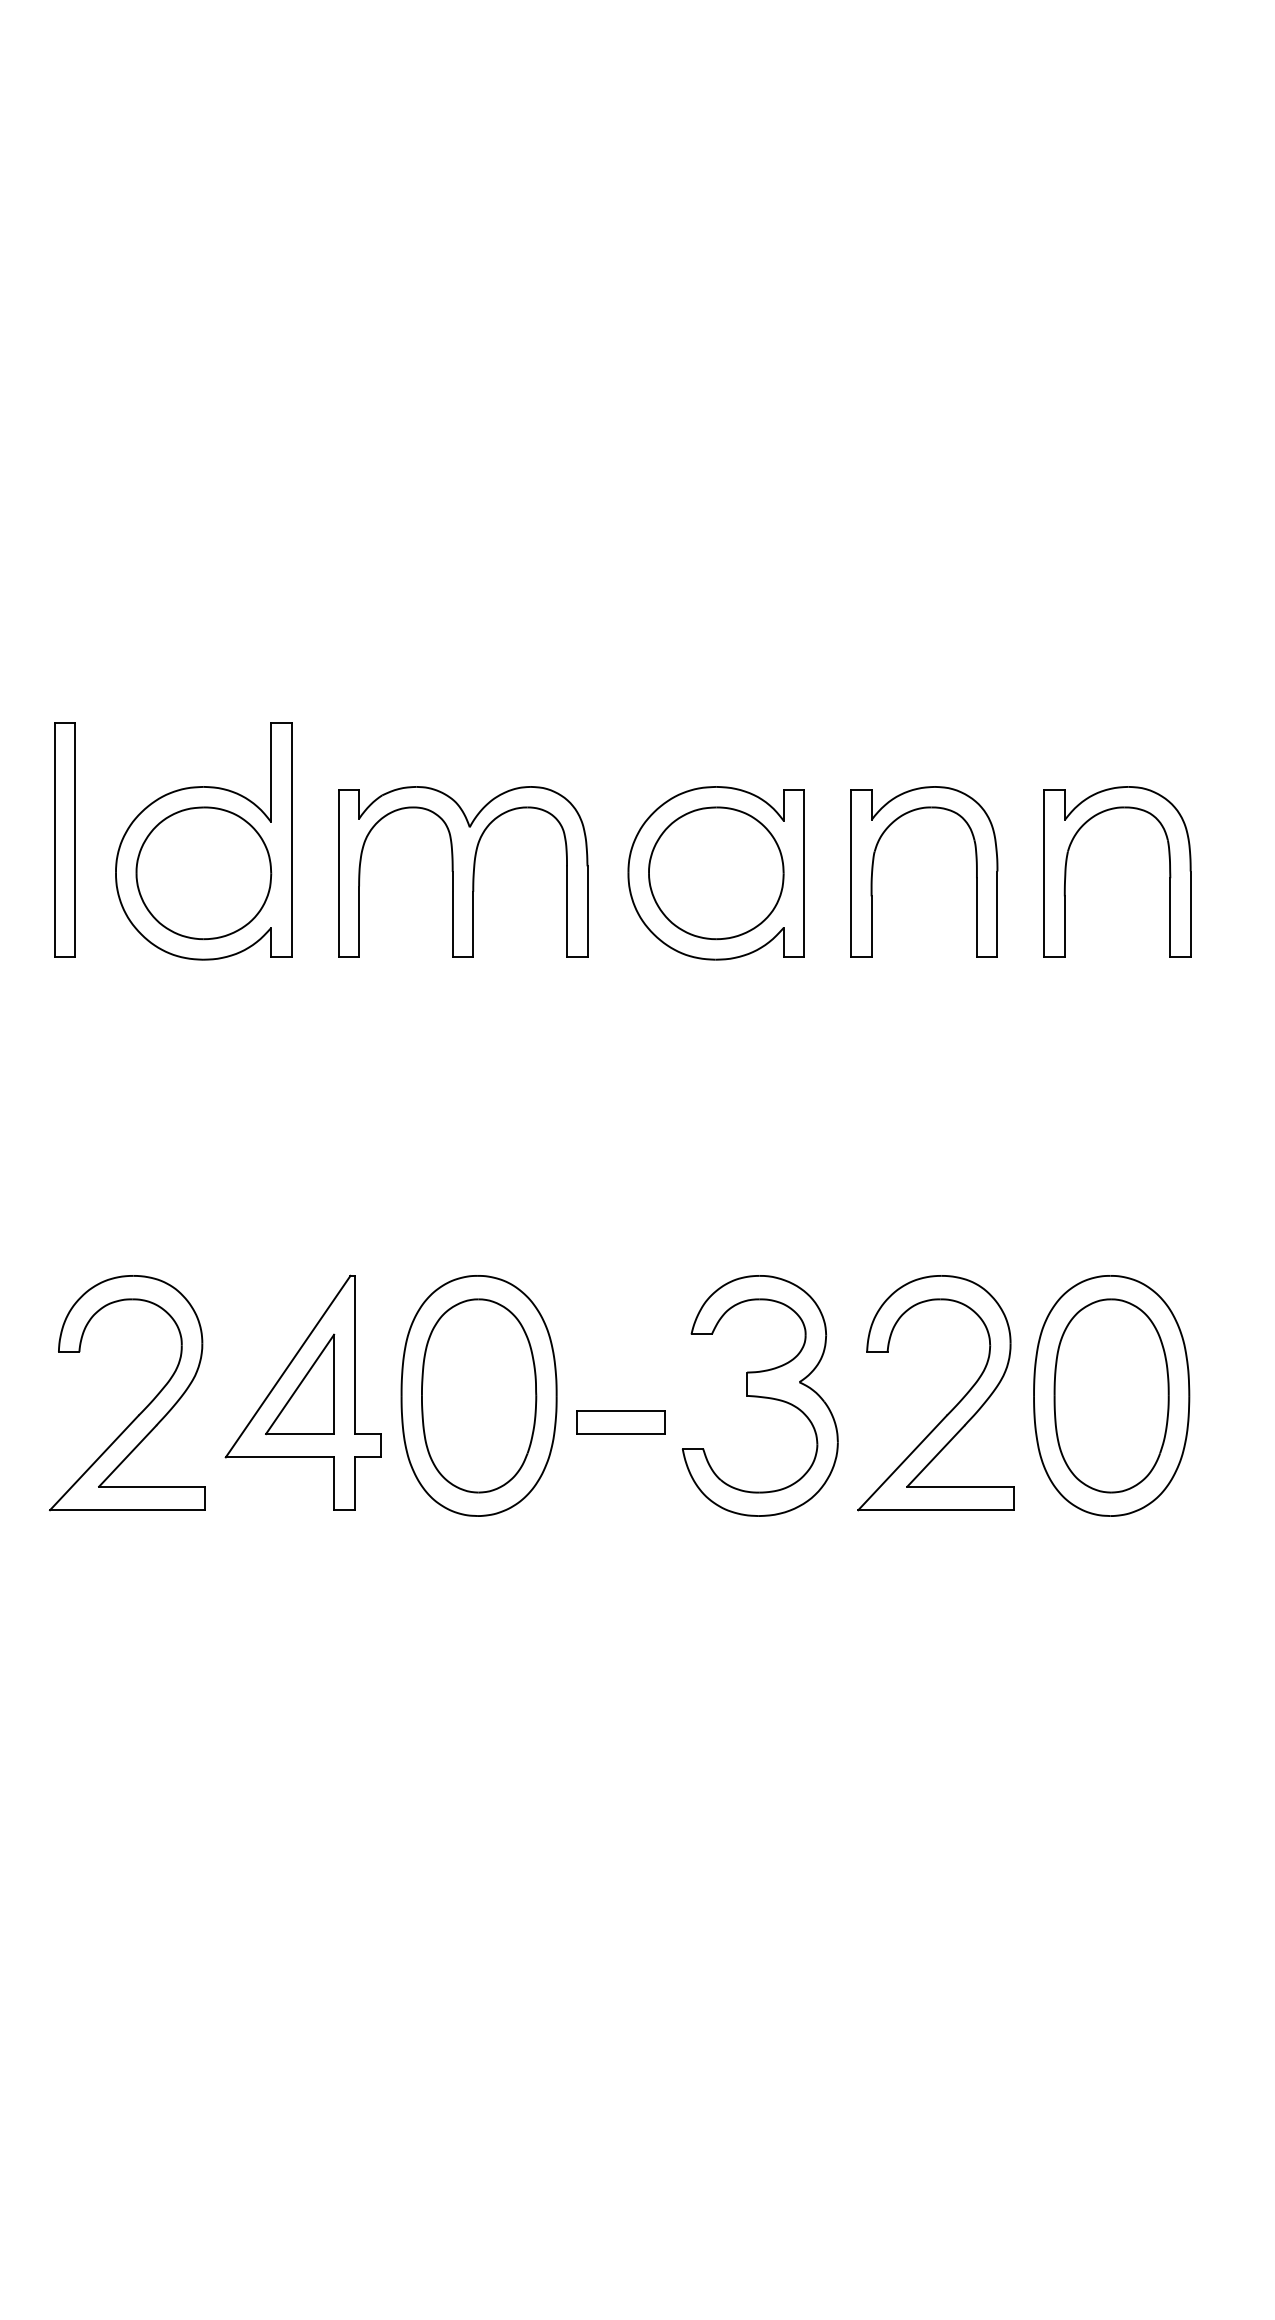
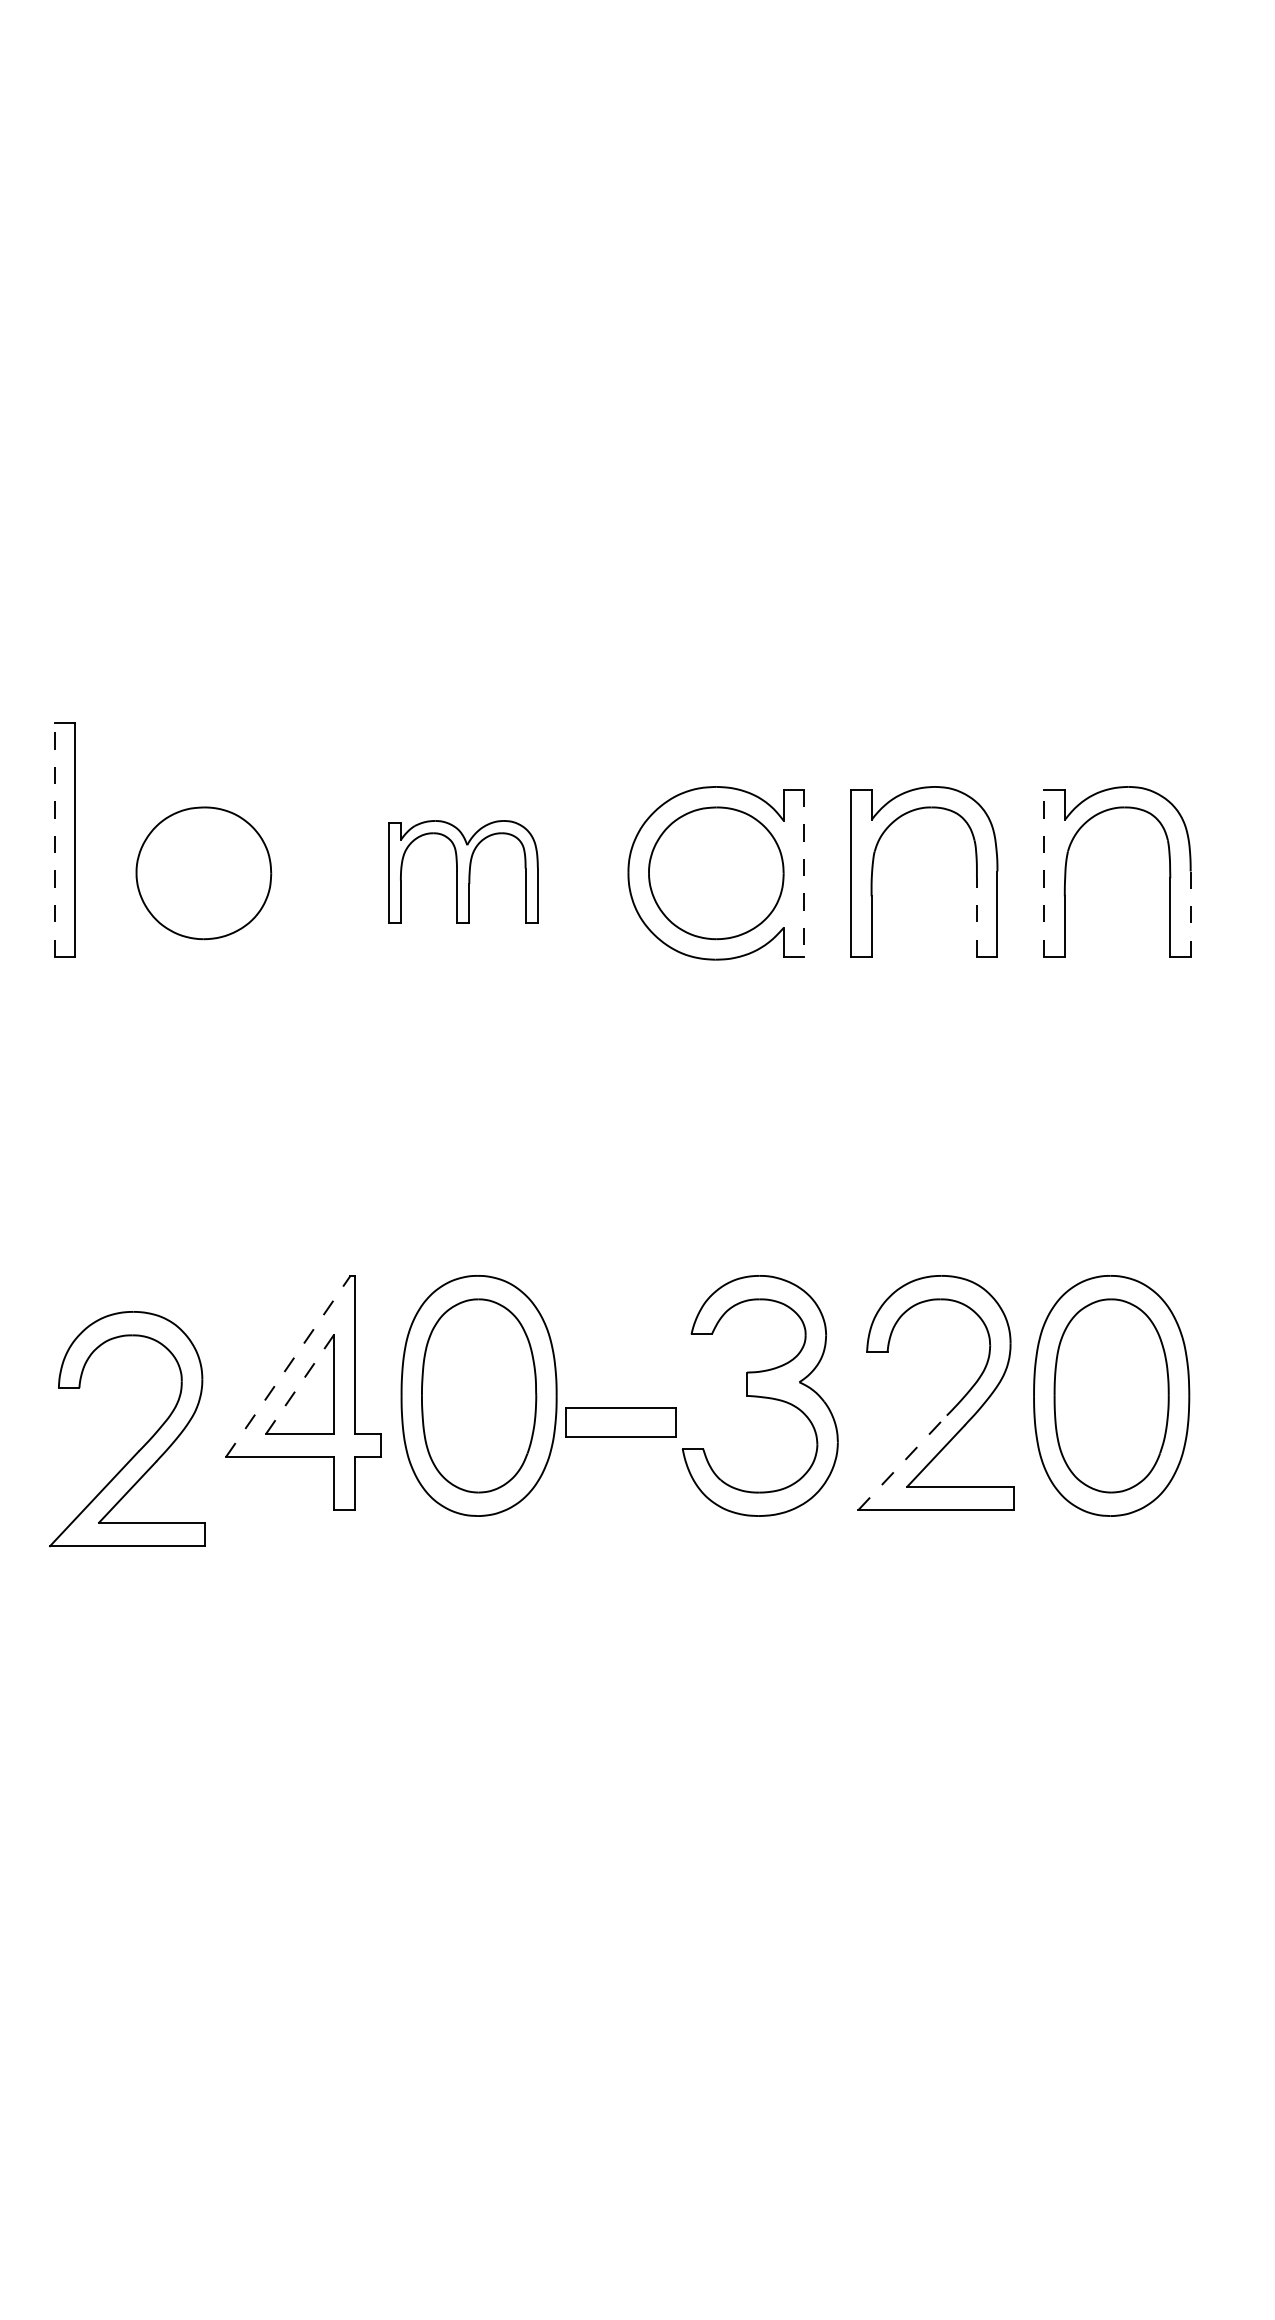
line at (54, 839): solid -> dashed
part at (203, 841): present -> none
part at (463, 871) size: 251x172 px -> 151x104 px
line at (1044, 872): solid -> dashed
line at (804, 873): solid -> dashed
line at (1190, 914): solid -> dashed
line at (976, 917): solid -> dashed
line at (288, 1366): solid -> dashed
line at (299, 1384): solid -> dashed
part at (143, 1409) position: (143, 1409) -> (143, 1445)
part at (620, 1422) size: 90x25 px -> 112x31 px
line at (902, 1462): solid -> dashed
